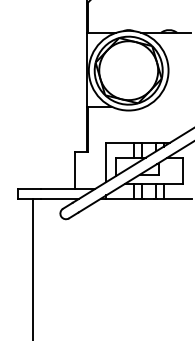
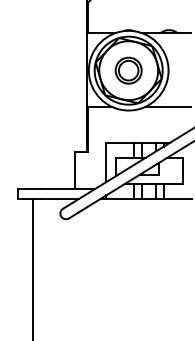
part at (128, 70): none -> present
line at (168, 106): none -> present
